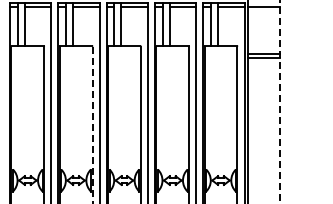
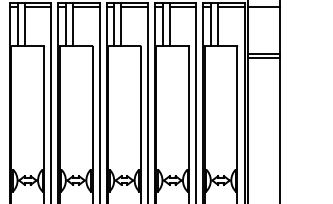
line at (279, 101): dashed -> solid
line at (92, 125): dashed -> solid
